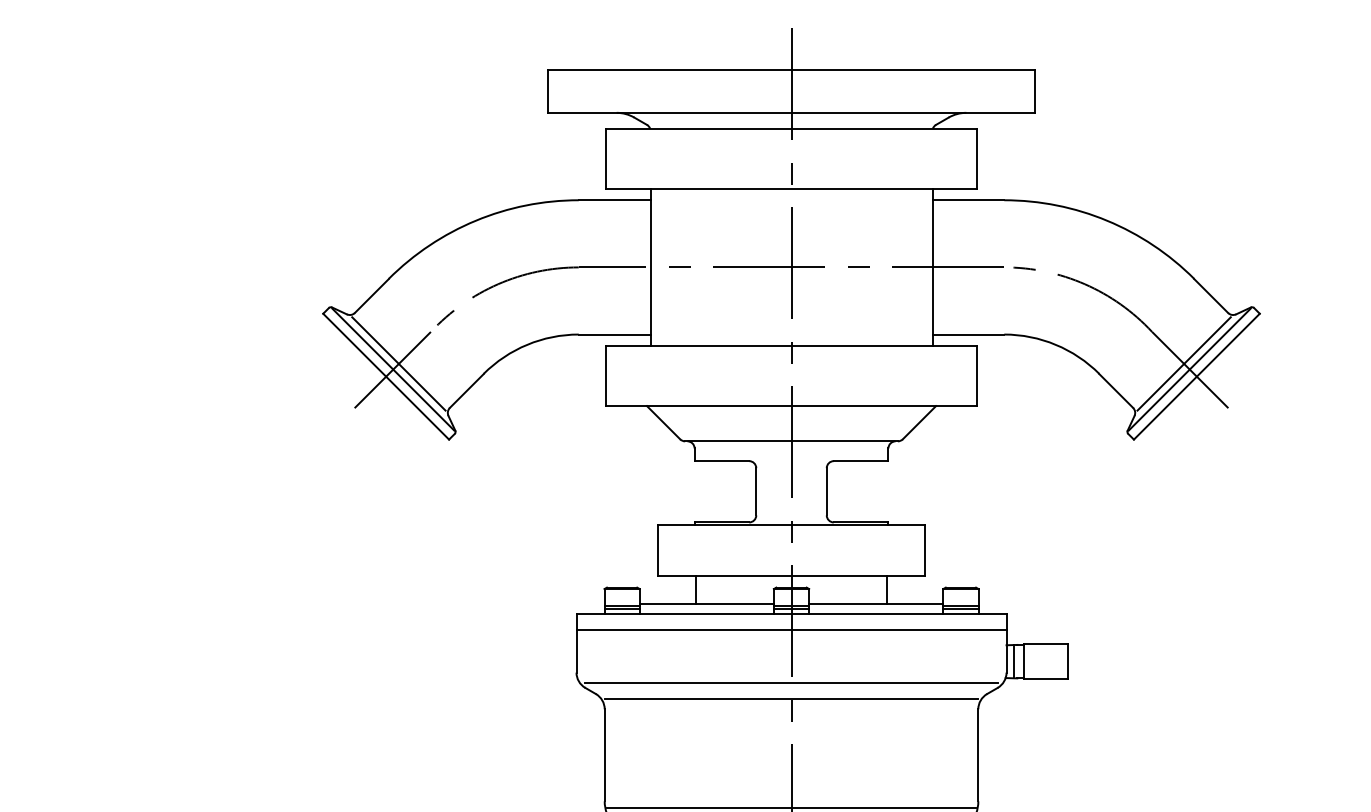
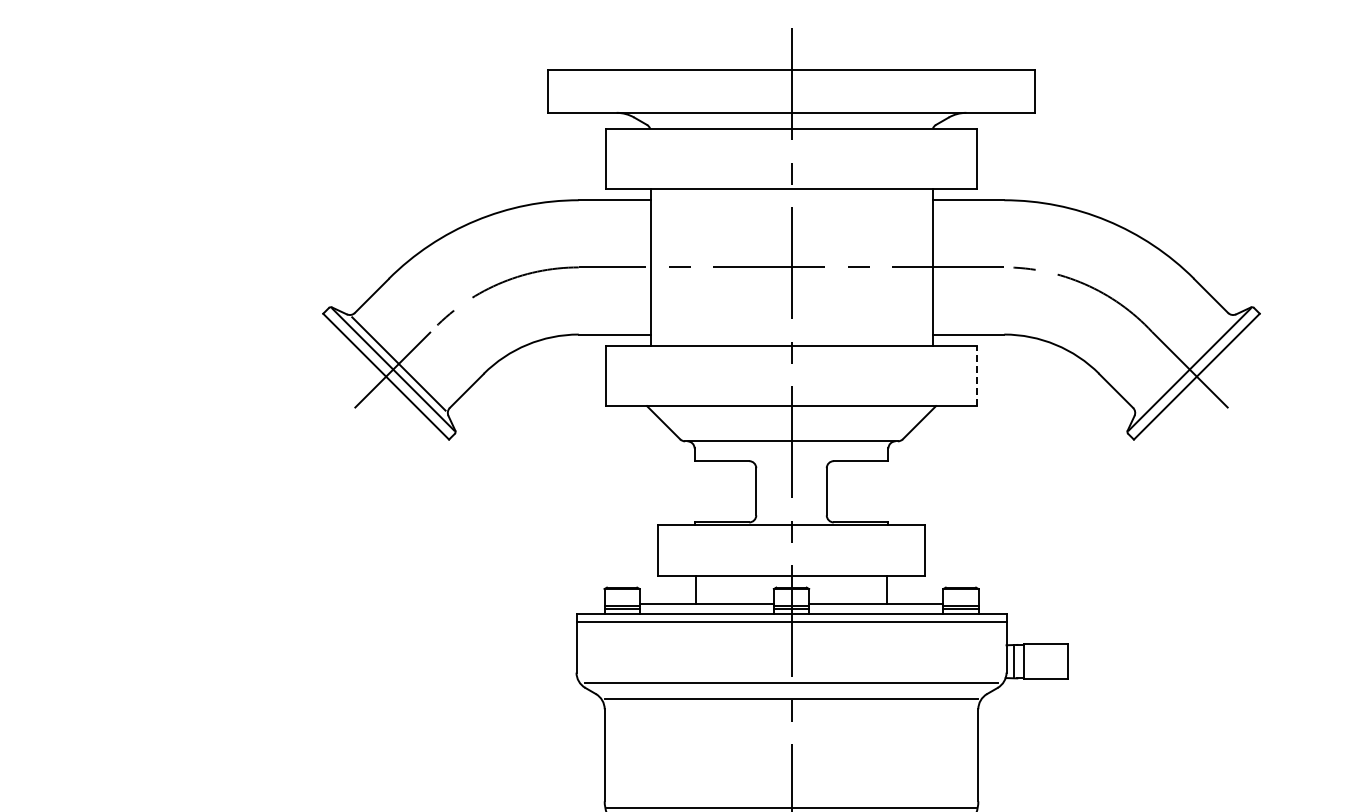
line at (1183, 363): present -> none
line at (976, 376): solid -> dashed
line at (791, 629) position: (791, 629) -> (791, 621)
